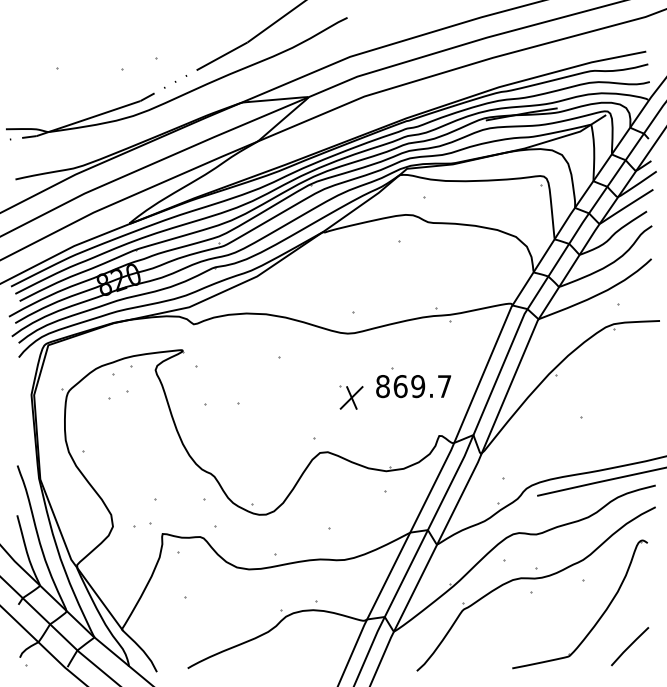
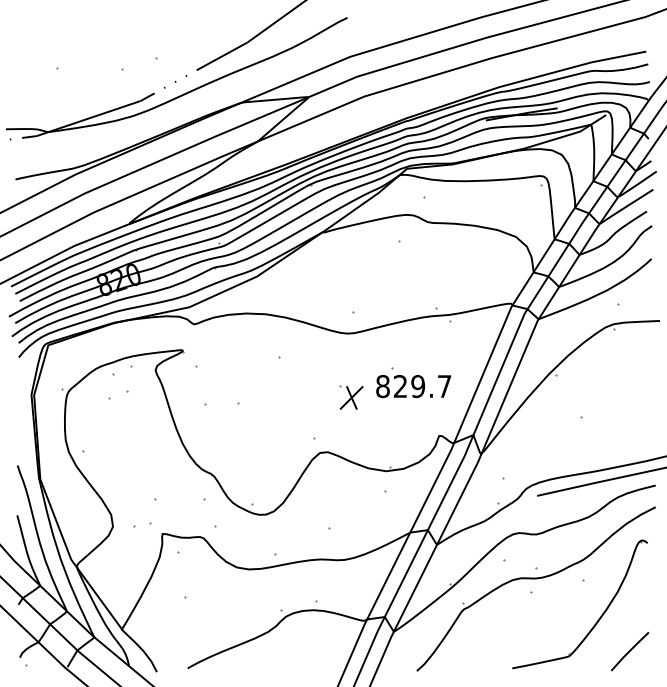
text at (400, 386): 869.7 -> 829.7
line at (630, 646) position: (630, 646) -> (630, 651)
